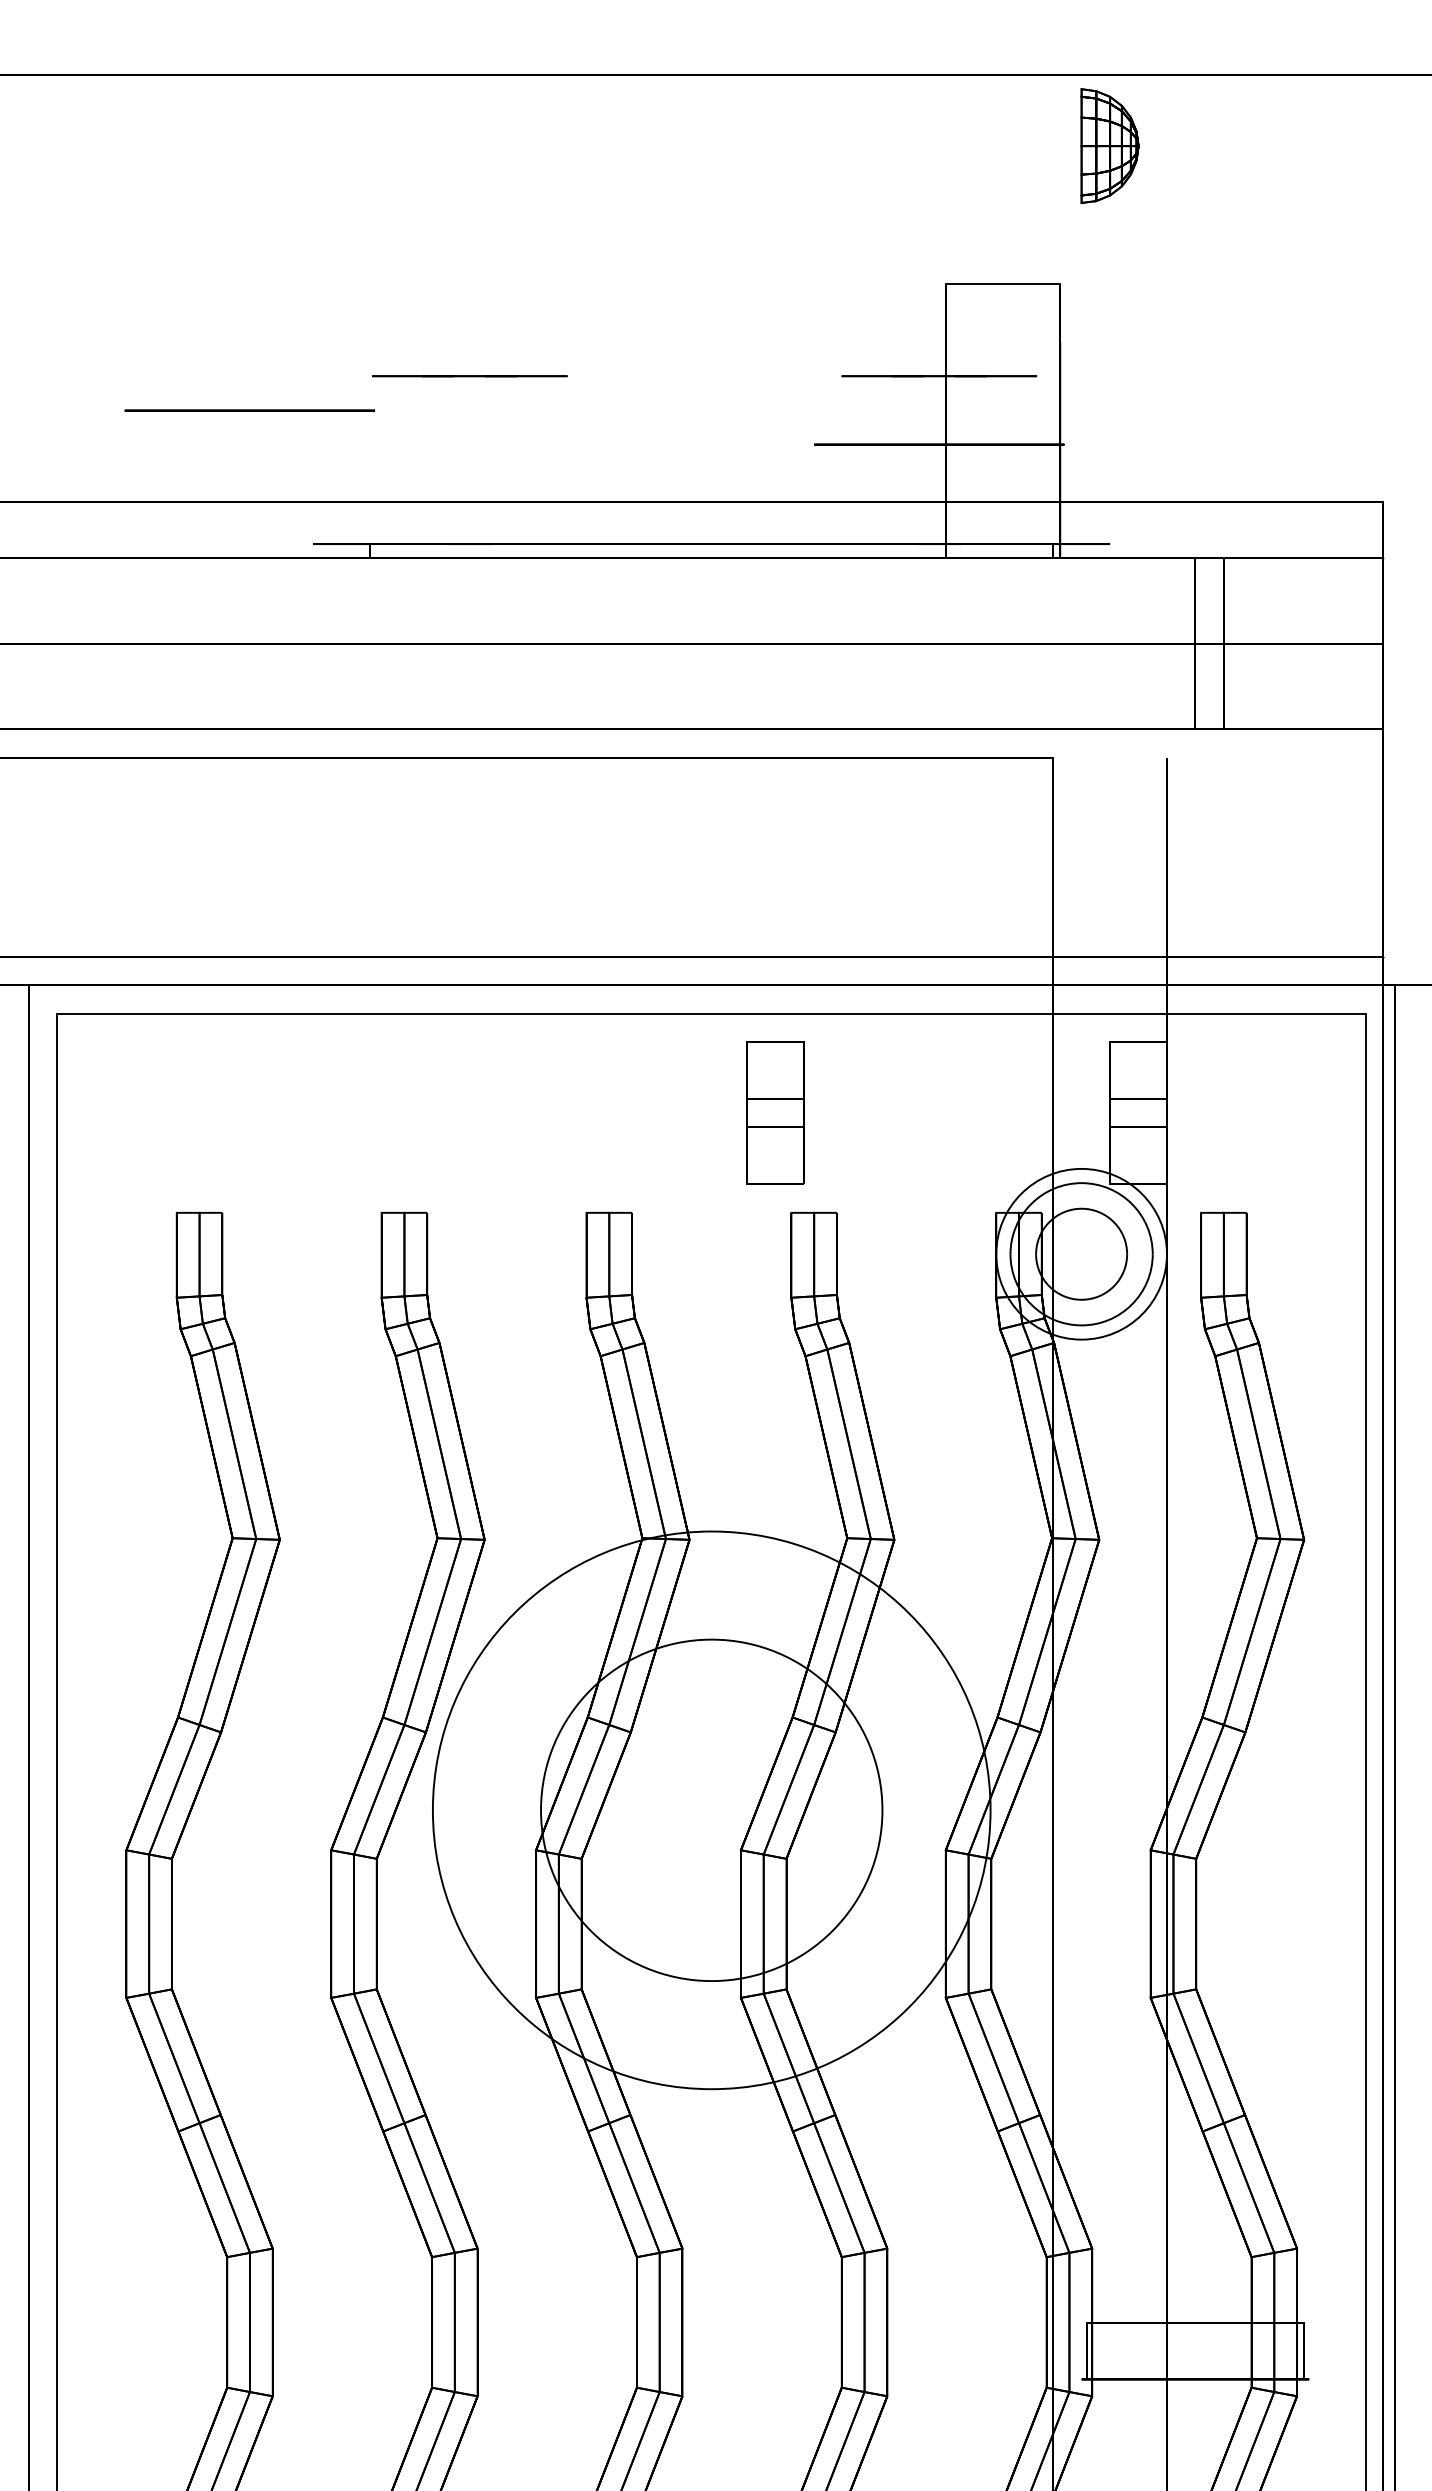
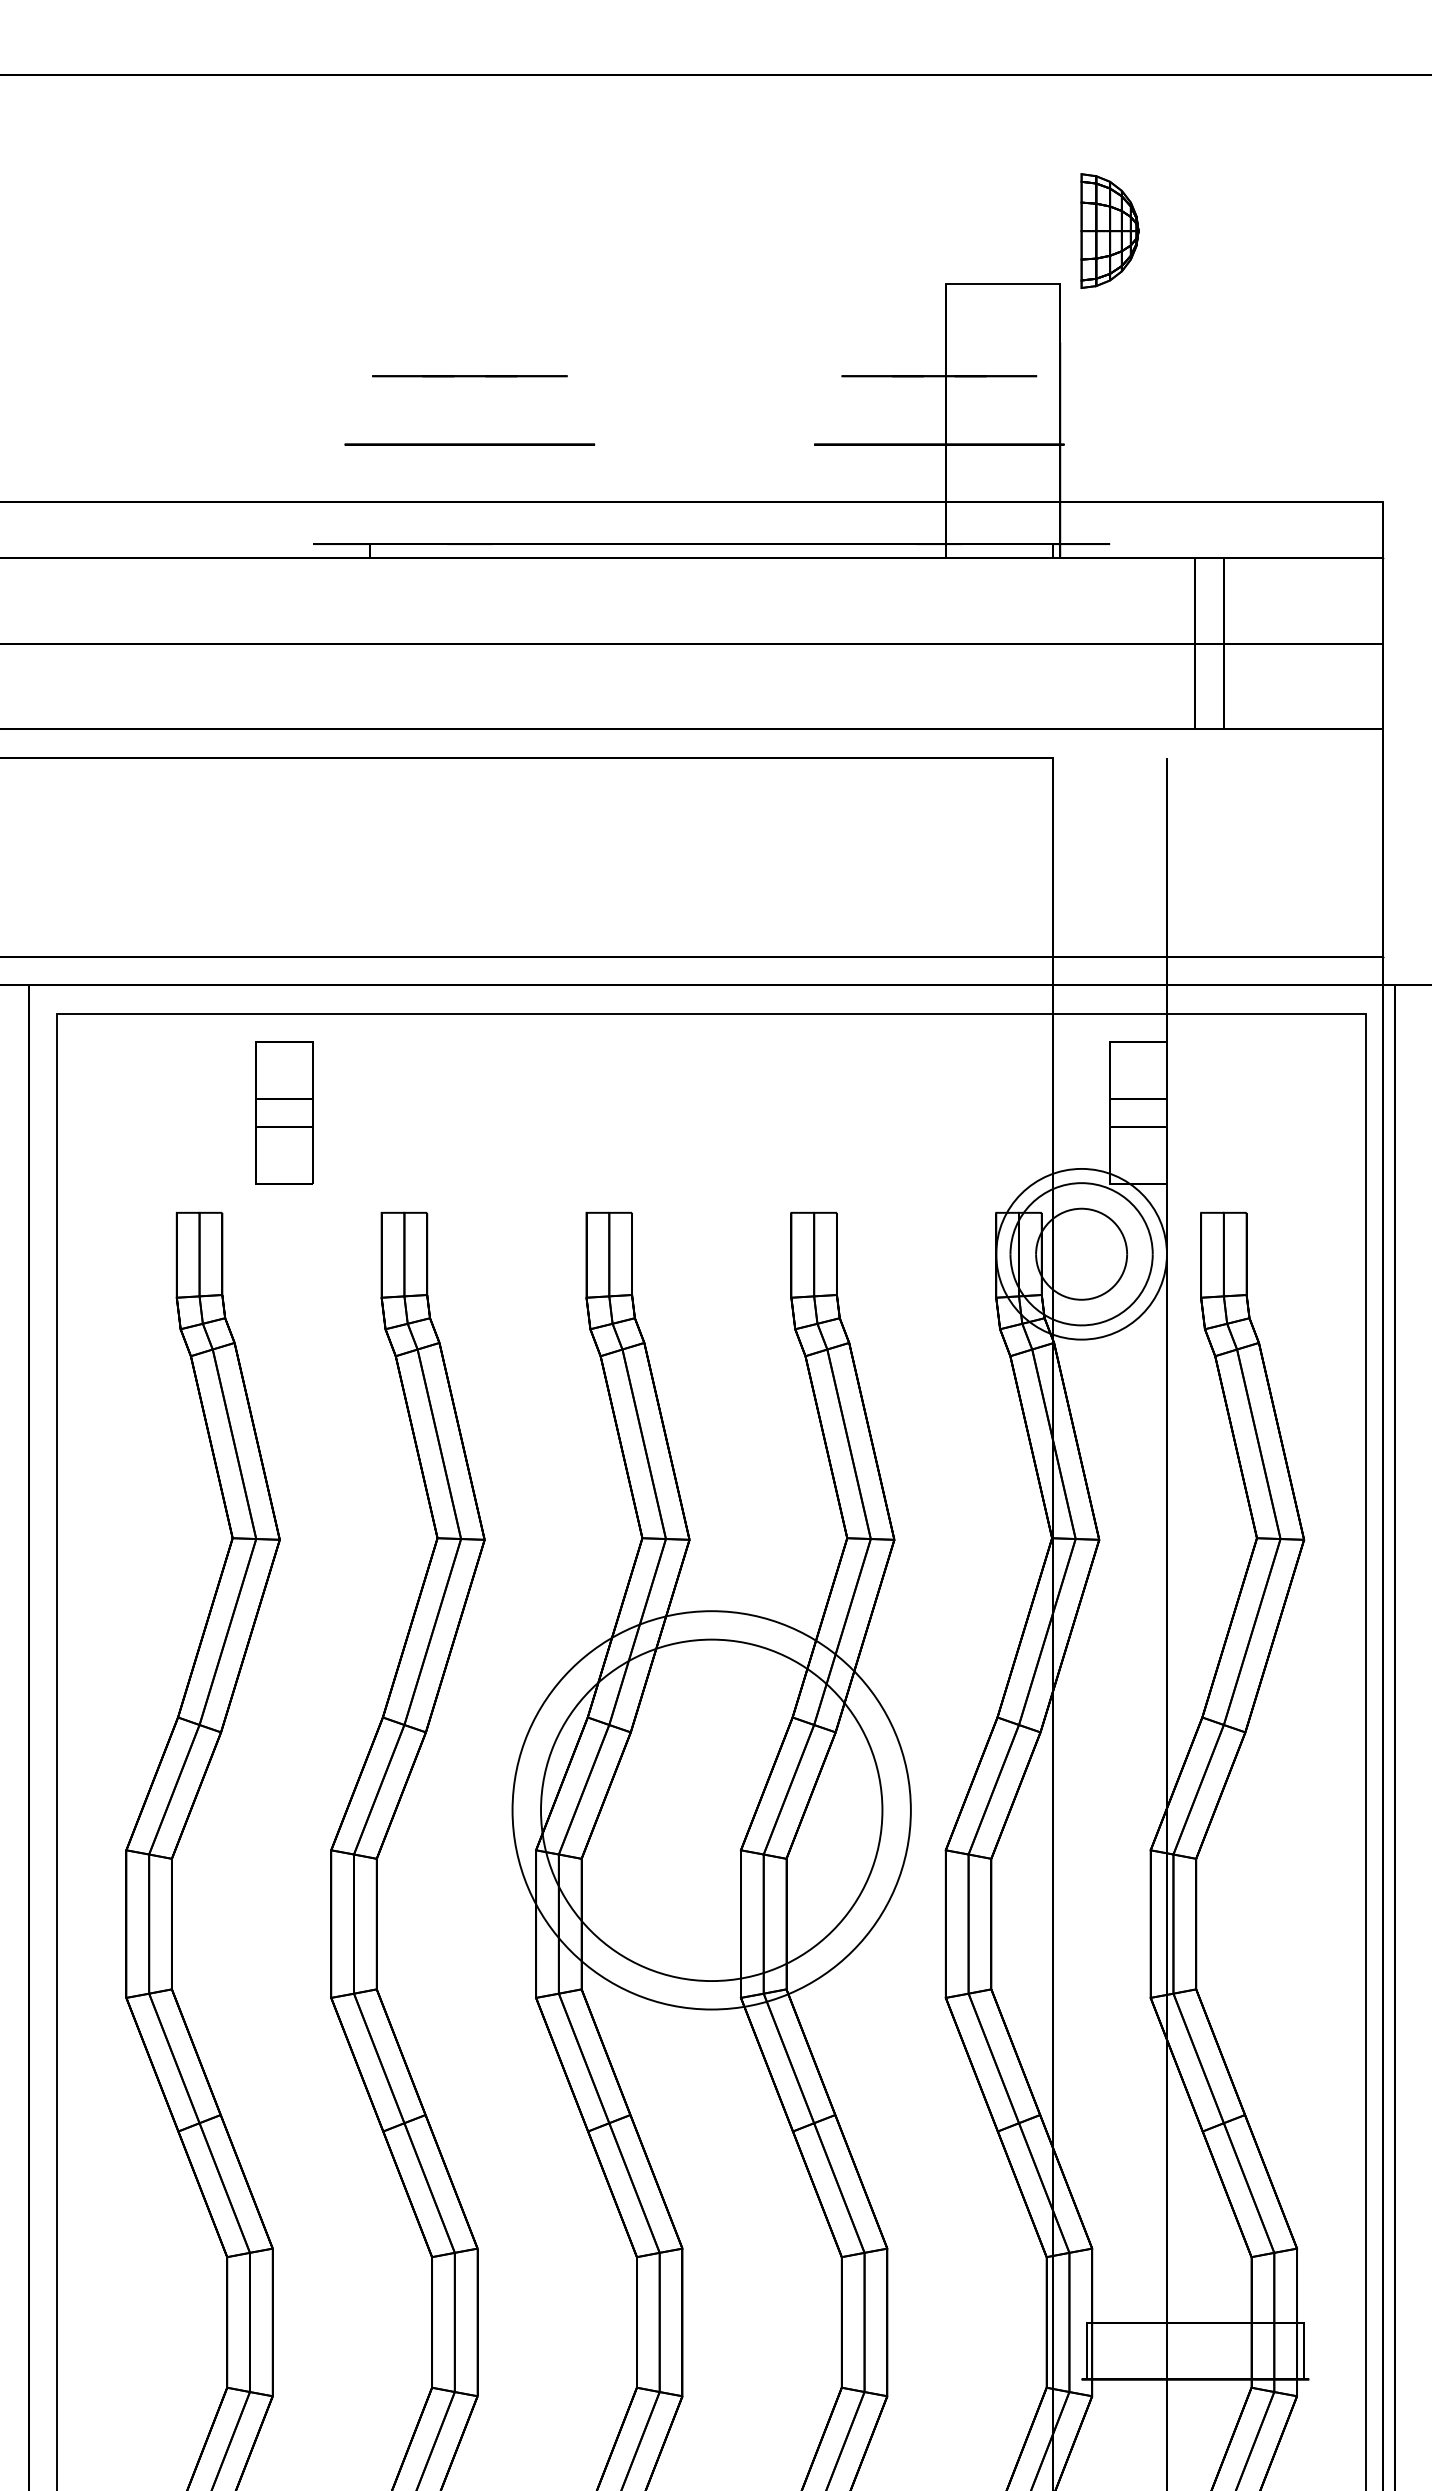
part at (1109, 145) position: (1109, 145) -> (1109, 230)
circle at (249, 410) position: (249, 410) -> (469, 444)
part at (775, 1112) position: (775, 1112) -> (284, 1112)
circle at (711, 1810) diameter: 558 px -> 398 px
